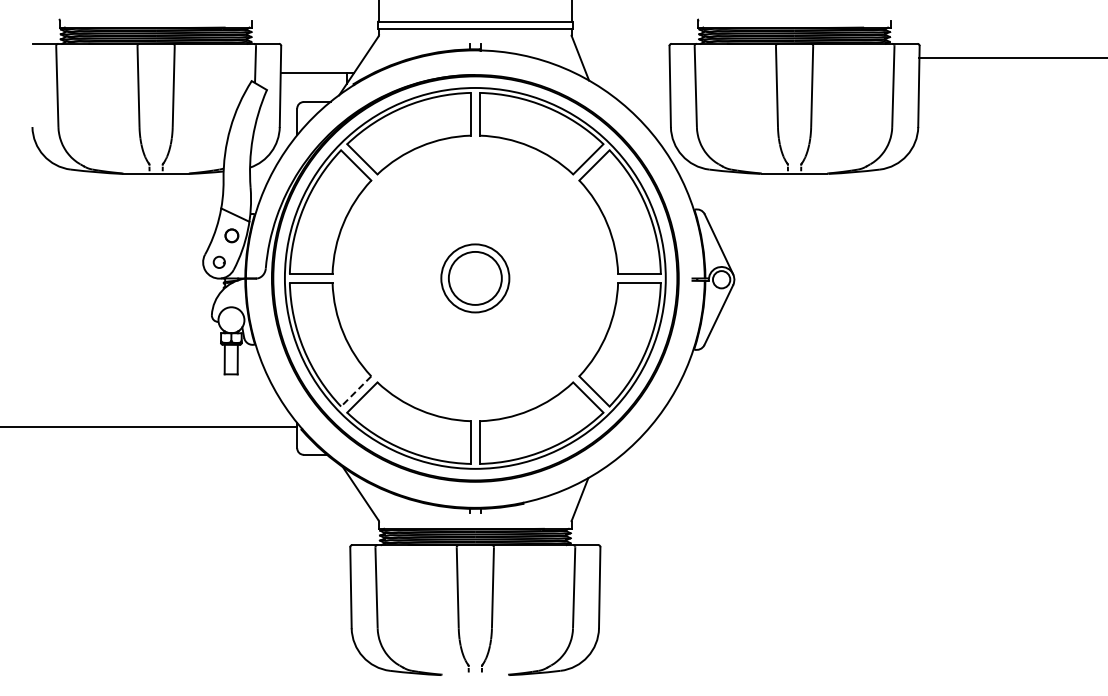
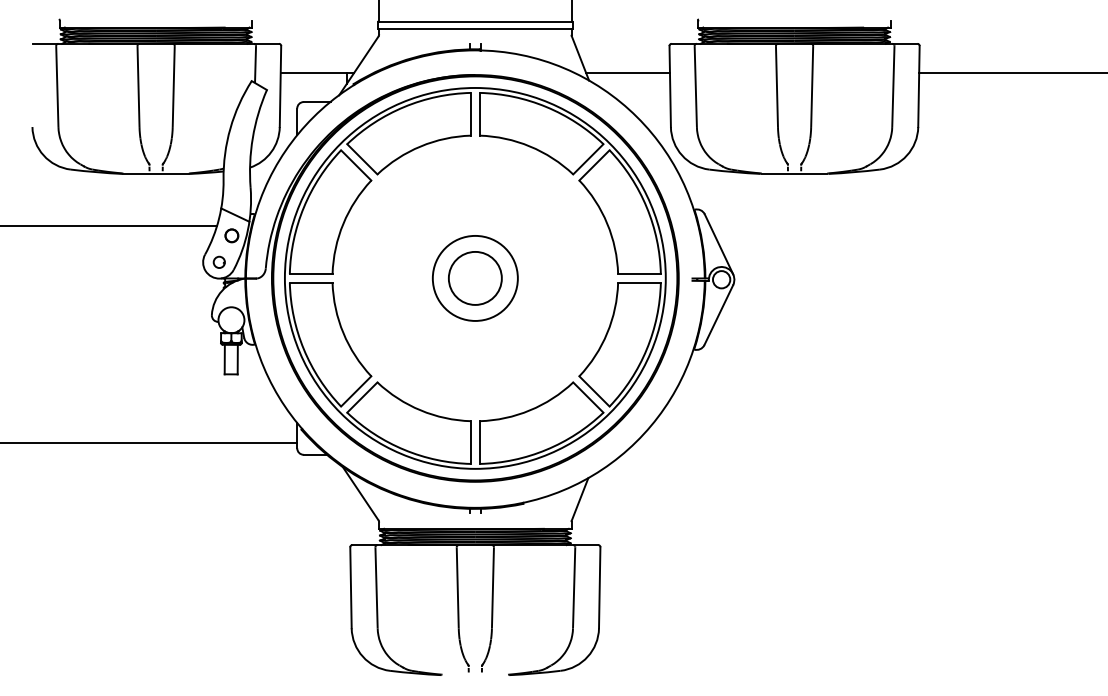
line at (1011, 57) position: (1011, 57) -> (1011, 72)
line at (627, 72): none -> present
line at (109, 226): none -> present
circle at (475, 278) diameter: 68 px -> 85 px
line at (355, 391): dashed -> solid
line at (149, 426) position: (149, 426) -> (149, 442)
